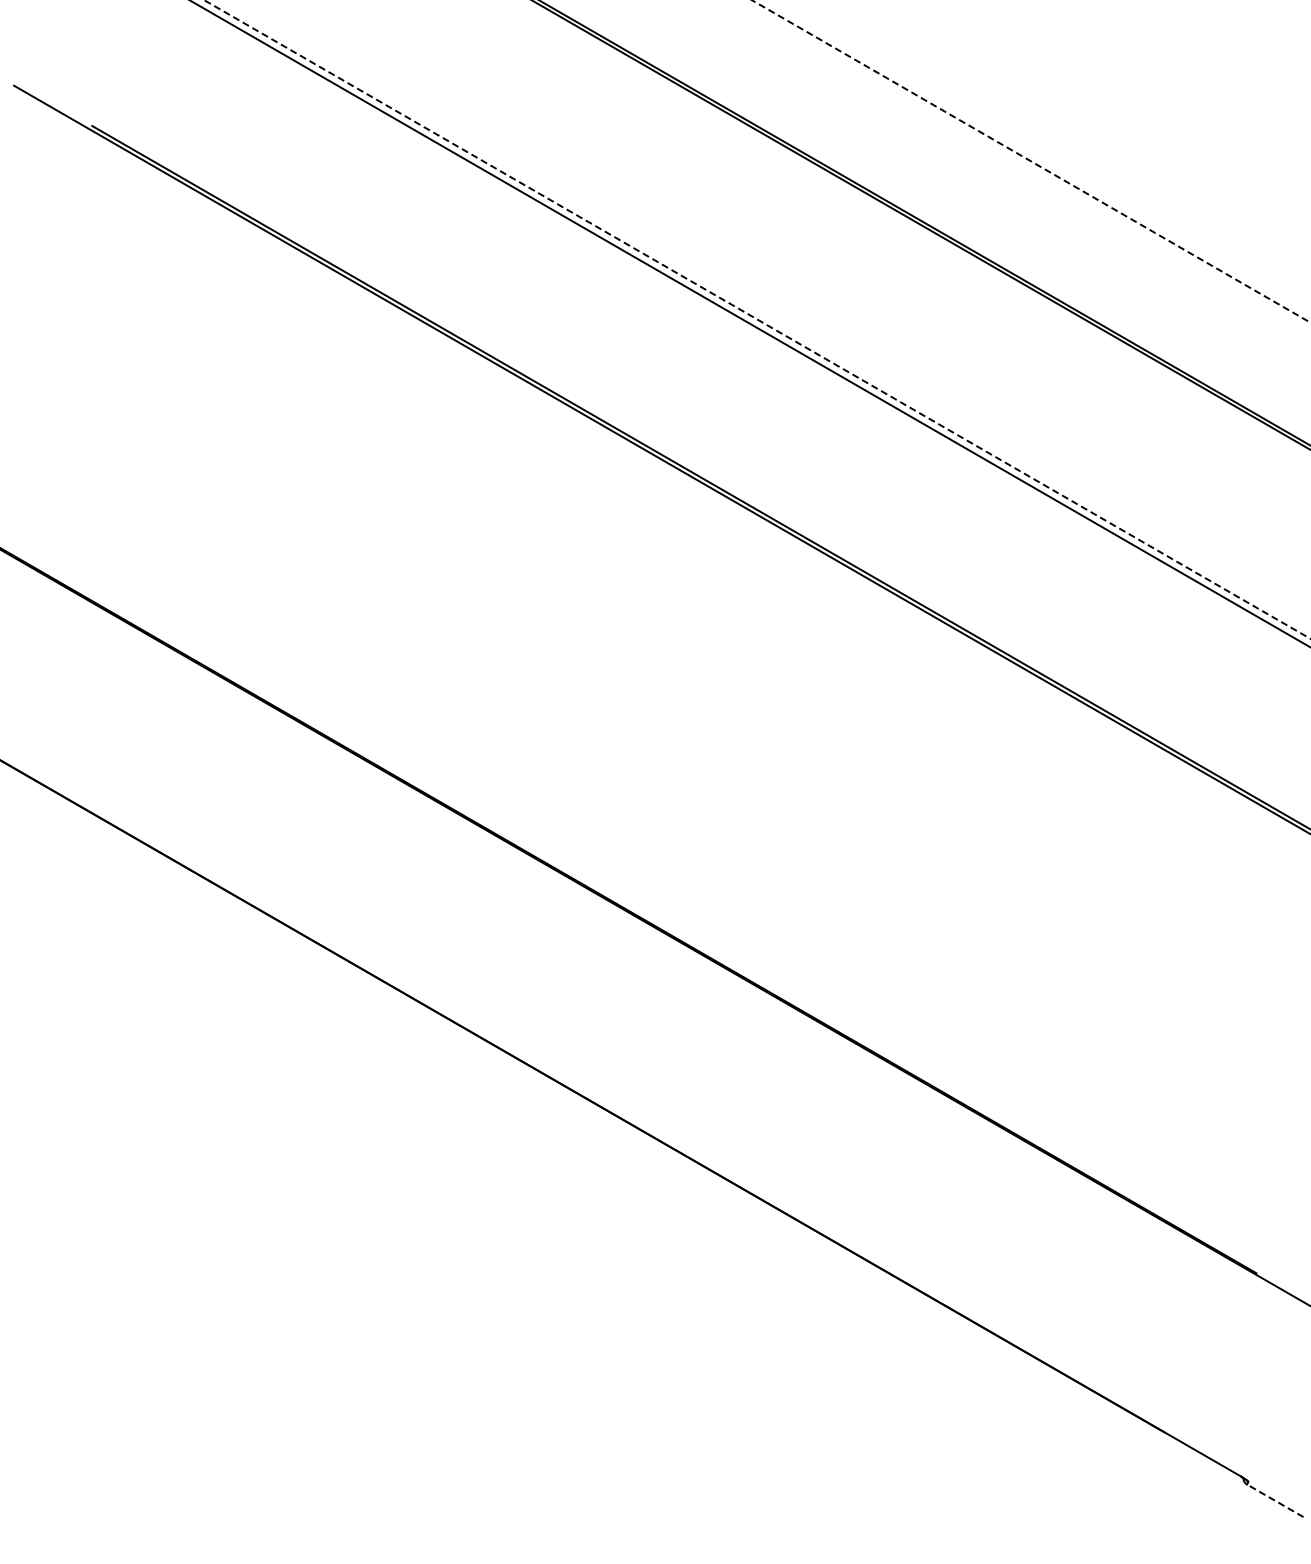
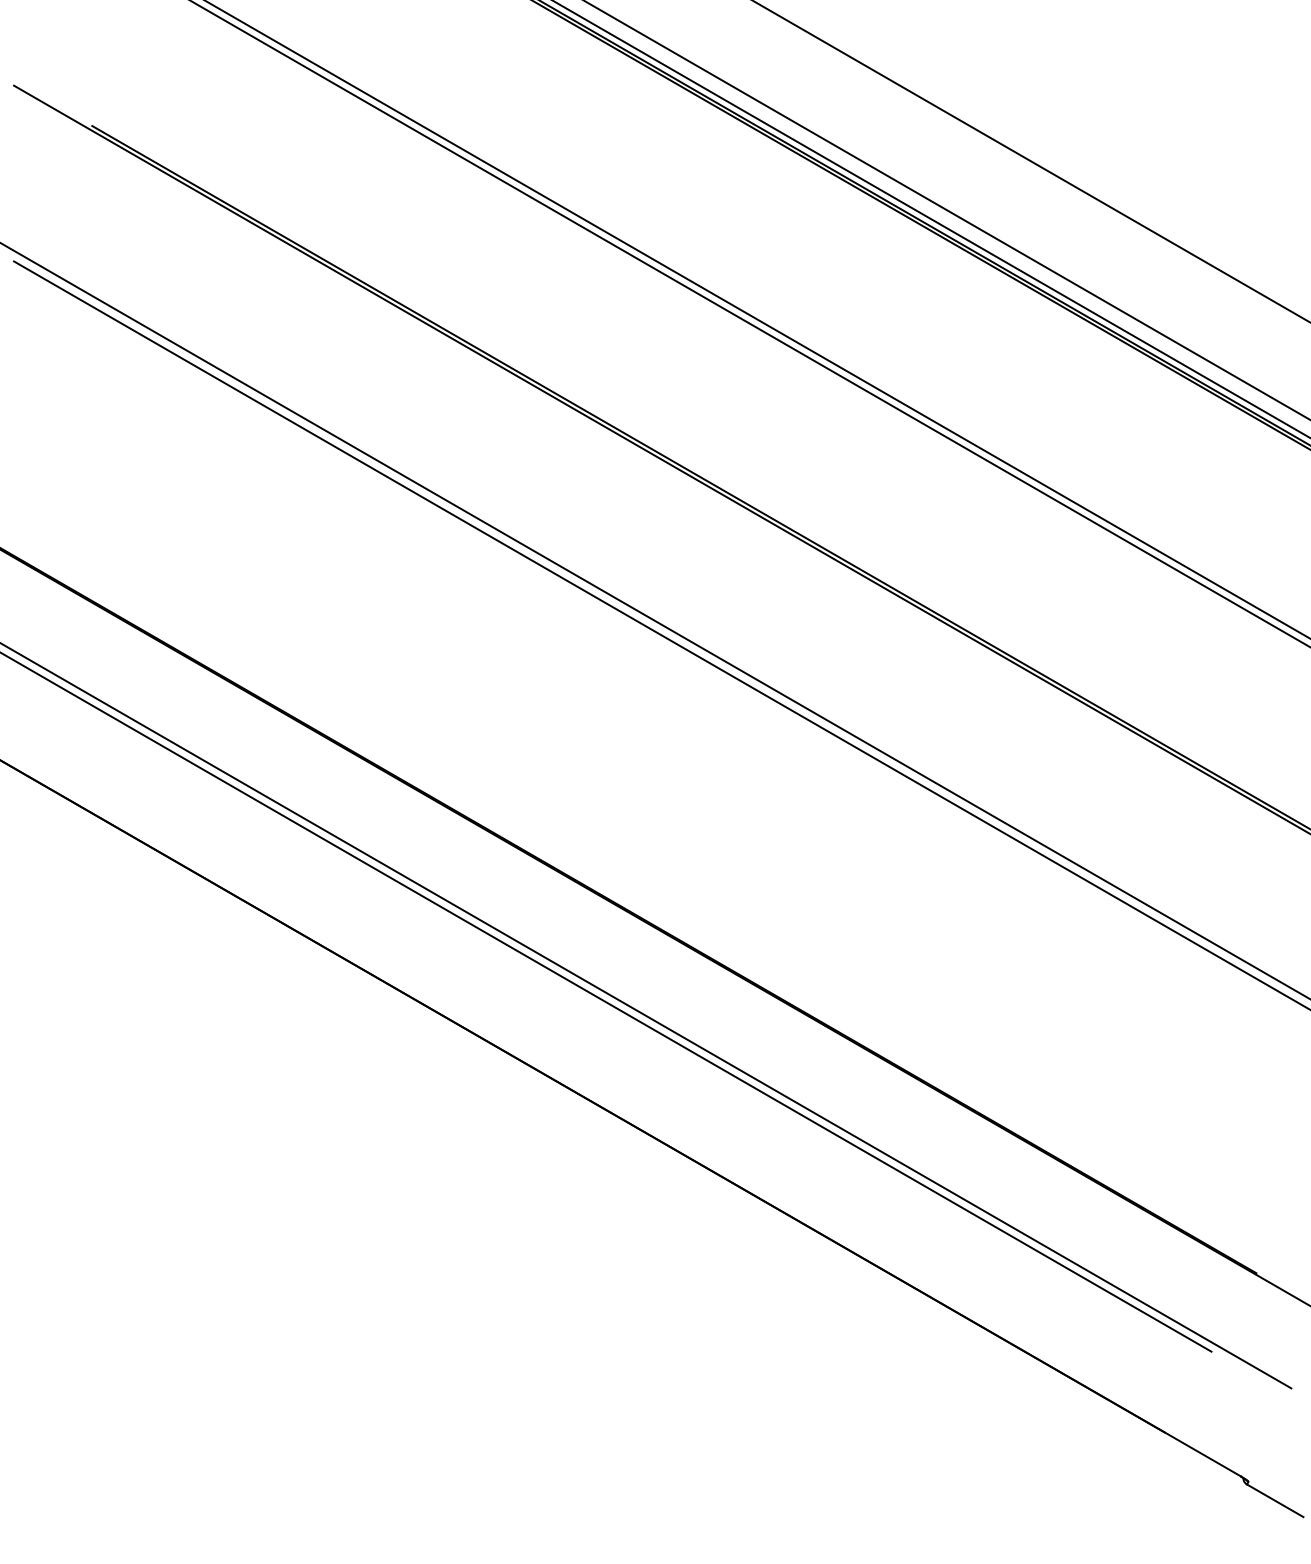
line at (1031, 161): dashed -> solid
line at (947, 210): none -> present
line at (931, 219): none -> present
line at (757, 319): dashed -> solid
line at (654, 620): none -> present
line at (660, 634): none -> present
line at (606, 1002): none -> present
line at (646, 1016): none -> present
line at (1275, 1500): dashed -> solid
